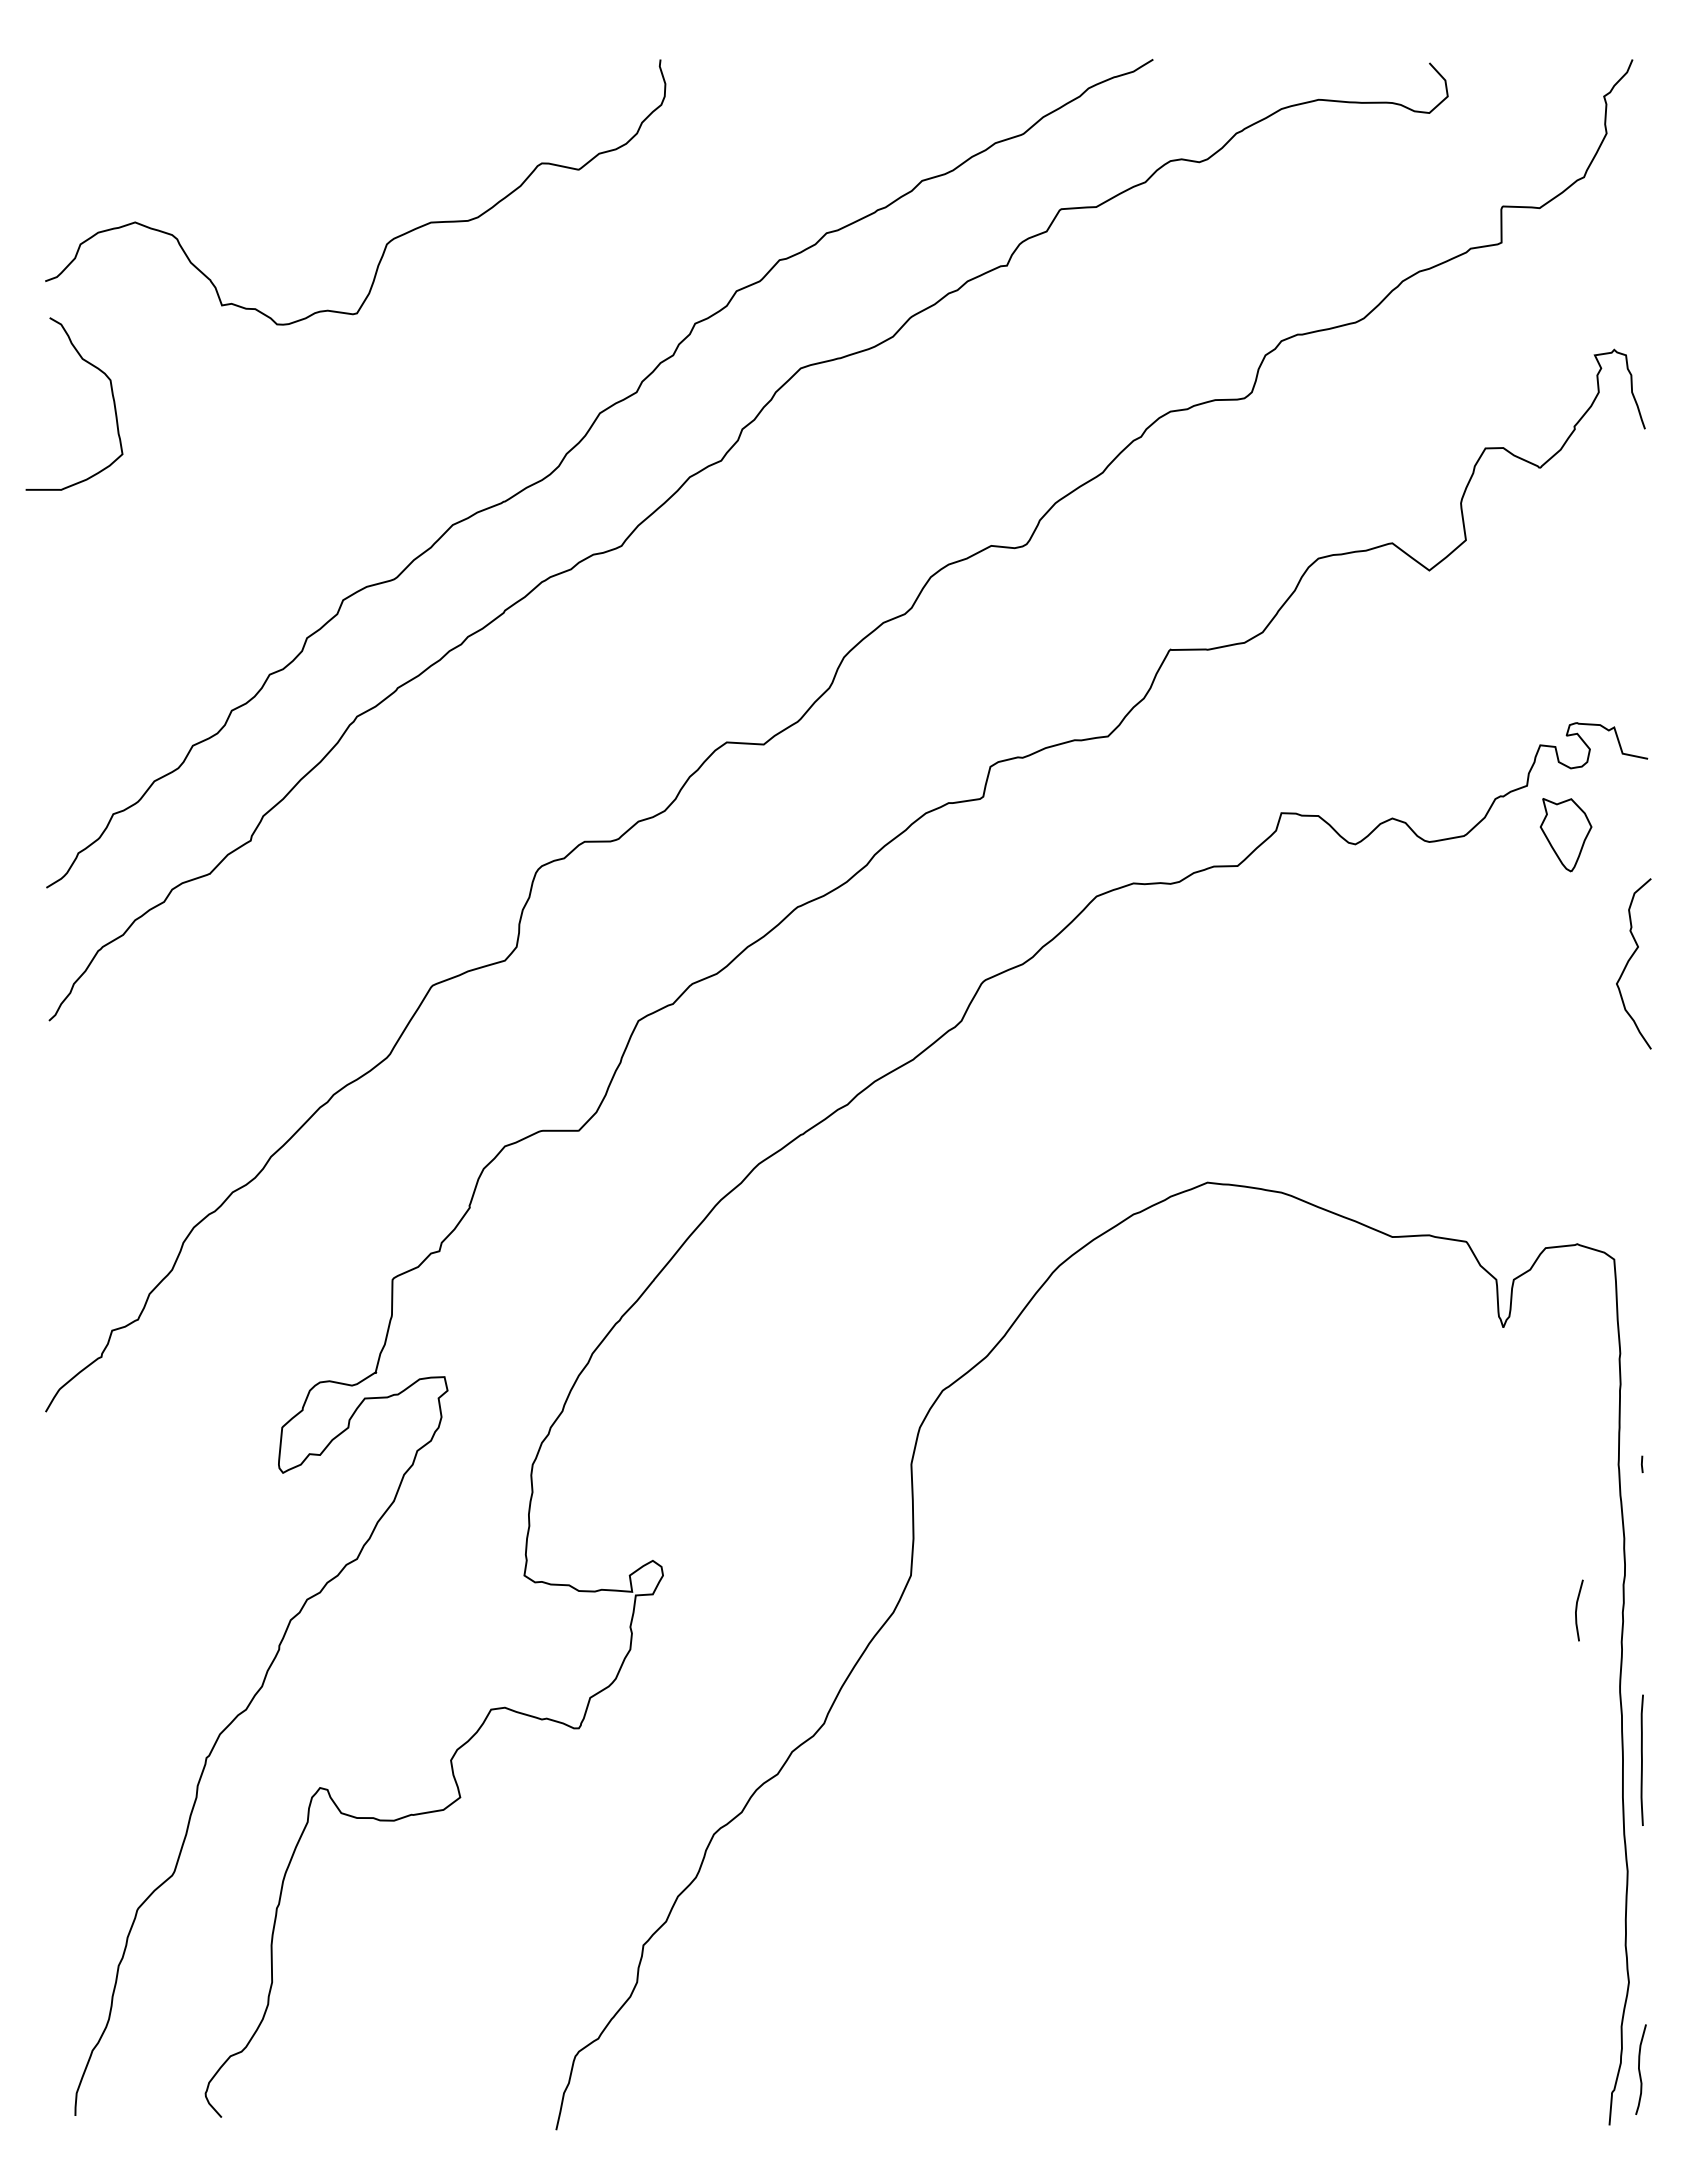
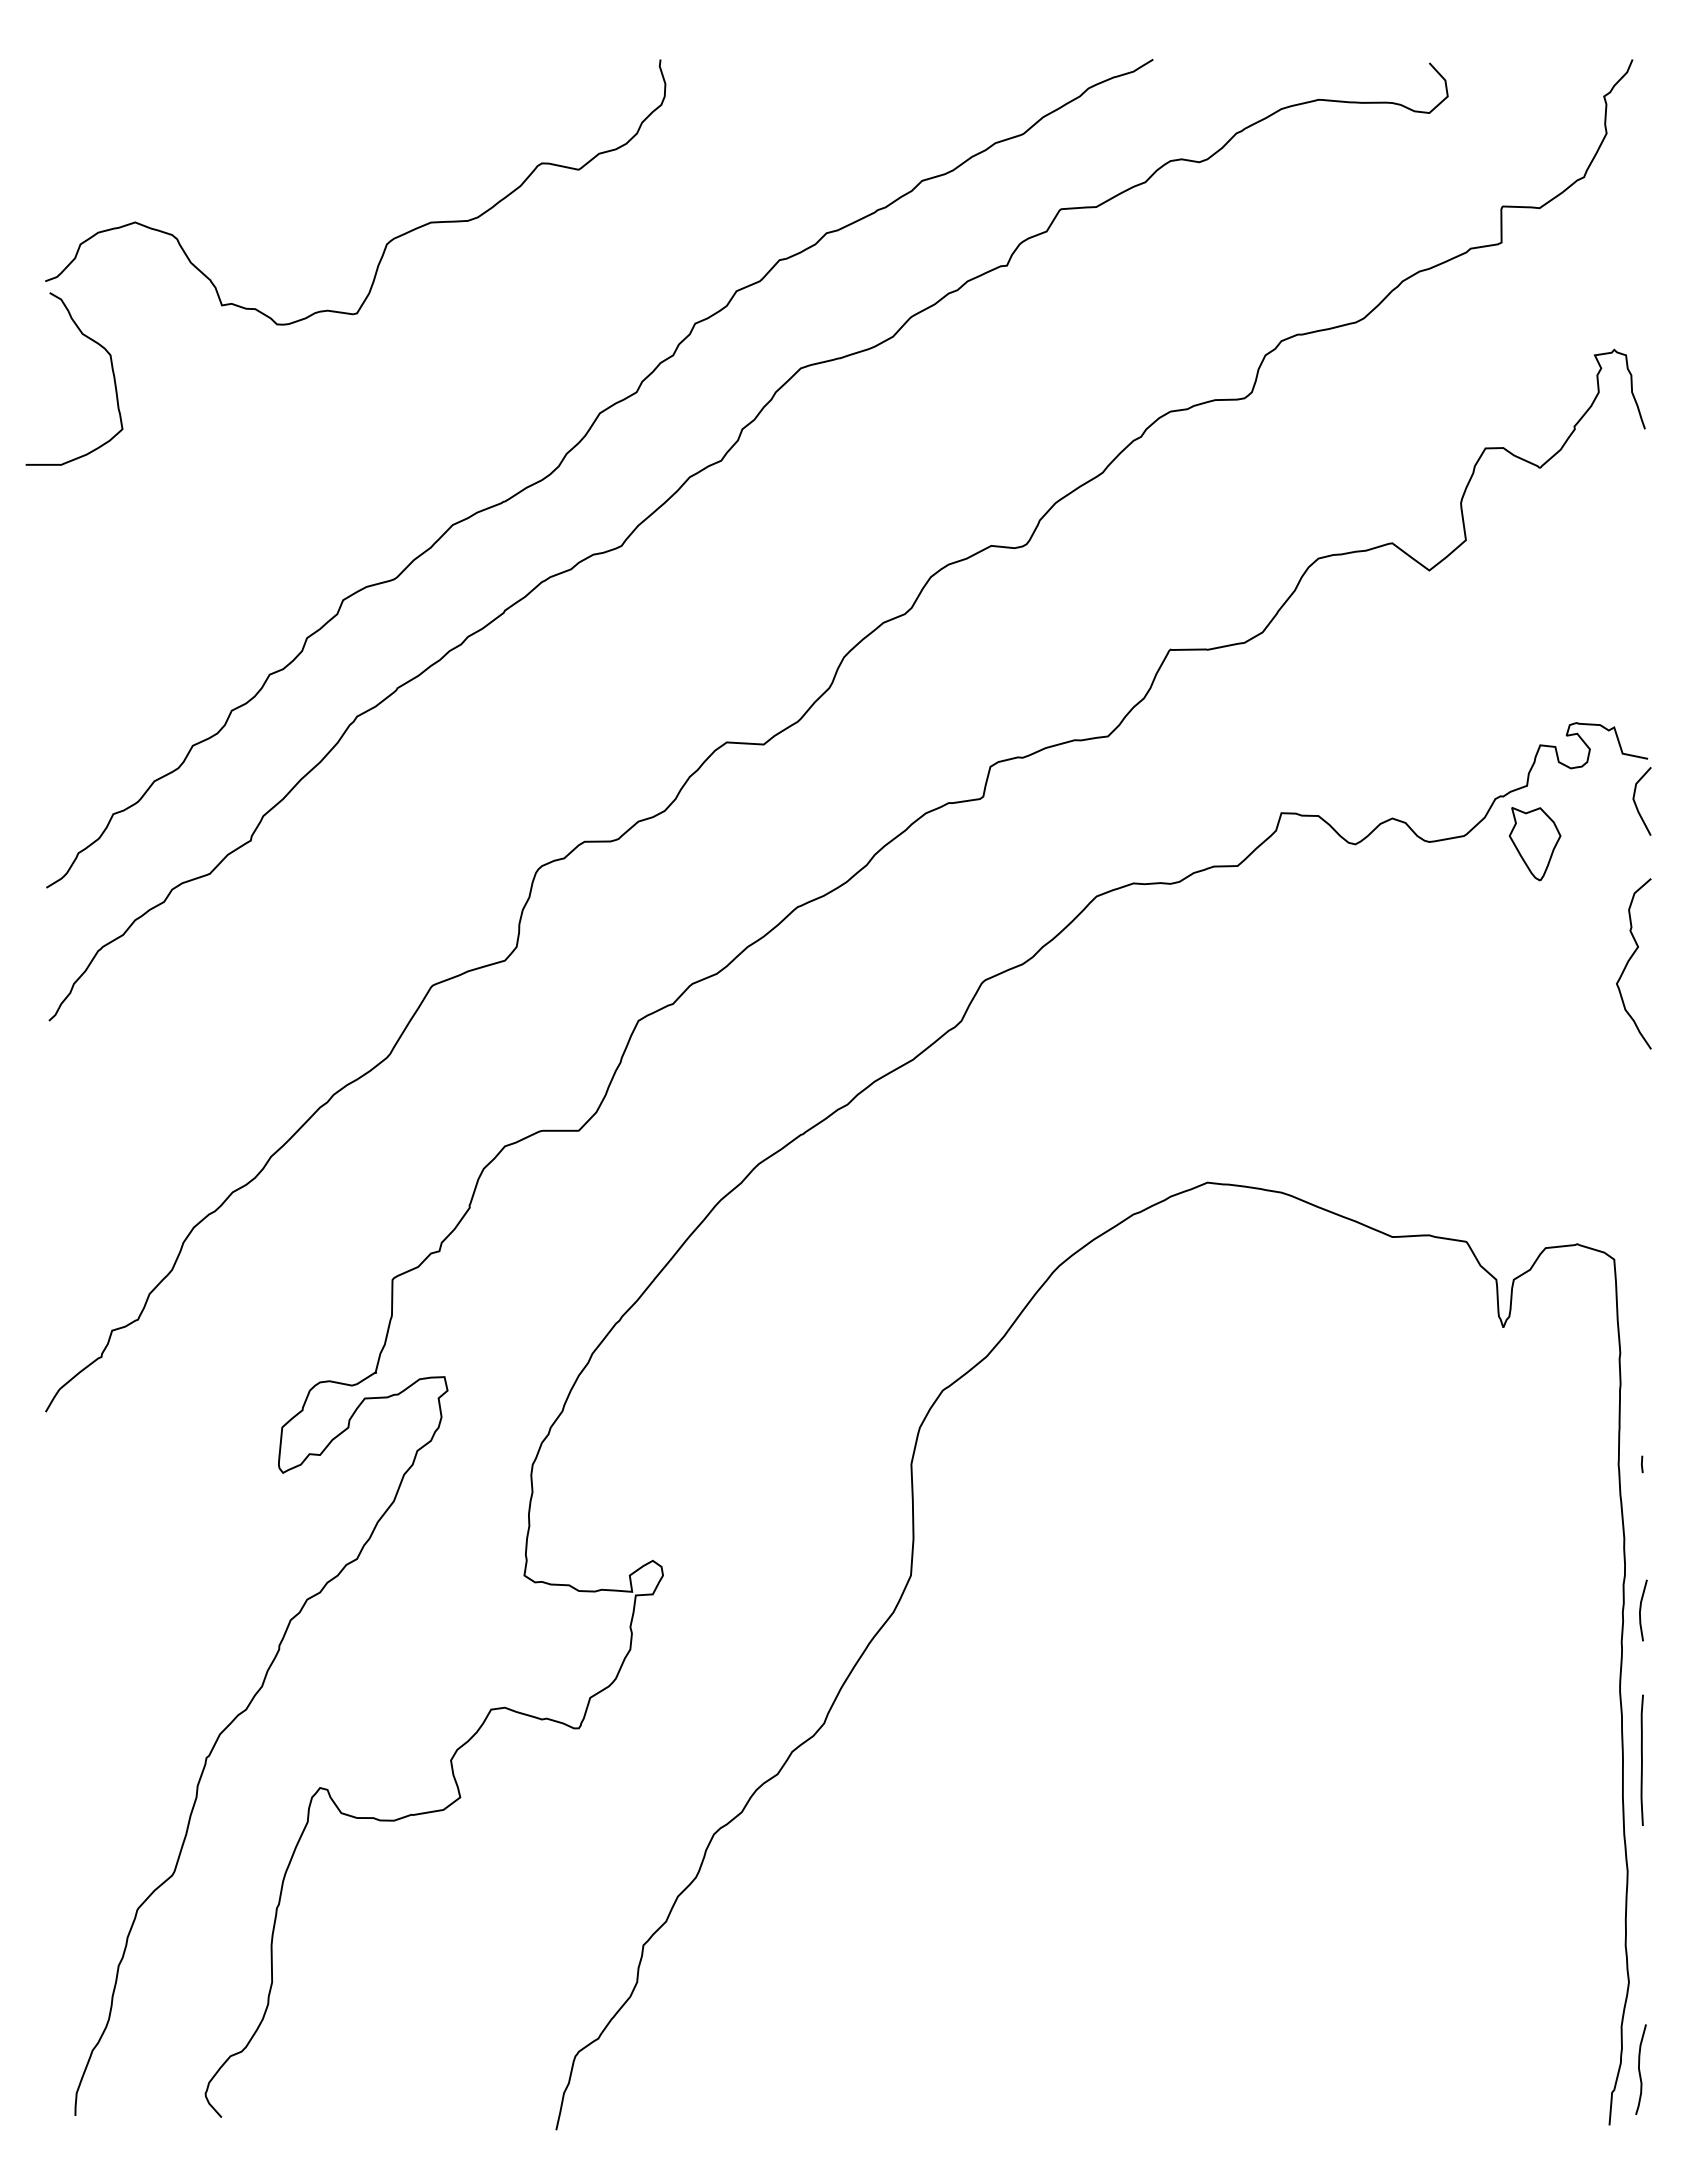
curve at (111, 394) position: (111, 394) -> (111, 369)
line at (1636, 803): none -> present
part at (1565, 835) position: (1565, 835) -> (1534, 844)
line at (1577, 1609) position: (1577, 1609) -> (1641, 1609)
